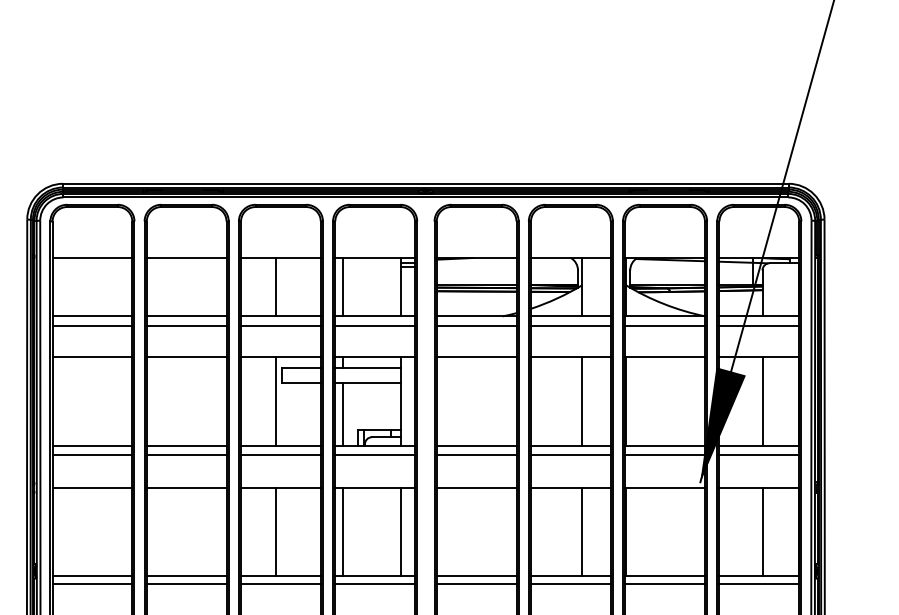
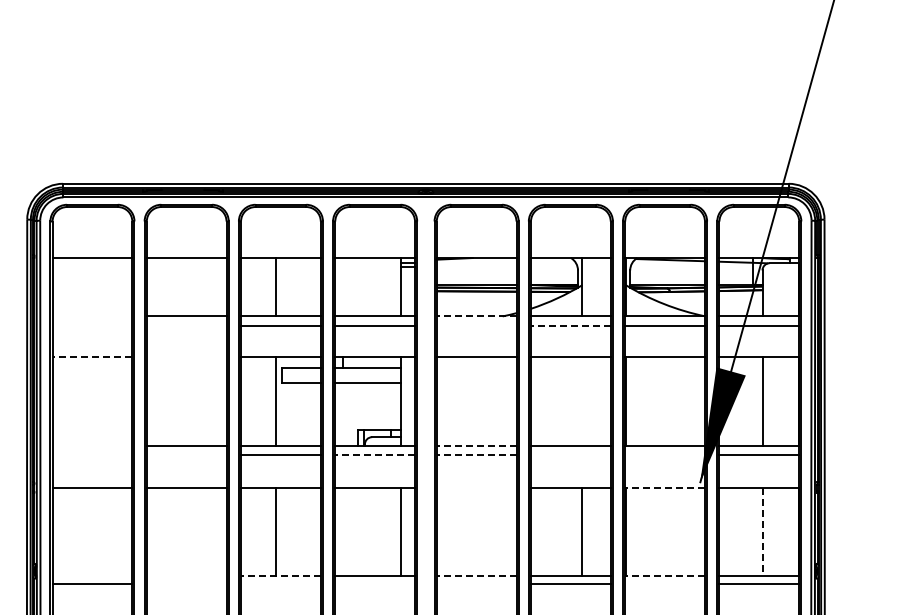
line at (343, 287): present -> none
line at (92, 316): present -> none
line at (476, 316): solid -> dashed
line at (92, 325): present -> none
line at (186, 325): present -> none
line at (476, 325): present -> none
line at (570, 325): solid -> dashed
line at (92, 357): solid -> dashed
line at (186, 357): present -> none
line at (582, 401): present -> none
line at (343, 413): present -> none
line at (92, 445): present -> none
line at (476, 445): solid -> dashed
line at (92, 454): present -> none
line at (186, 454): present -> none
line at (375, 454): solid -> dashed
line at (476, 454): solid -> dashed
line at (570, 454): present -> none
line at (664, 454): present -> none
line at (476, 487): present -> none
line at (665, 487): solid -> dashed
line at (343, 531): present -> none
line at (762, 531): solid -> dashed
line at (92, 575): present -> none
line at (186, 575): present -> none
line at (280, 575): solid -> dashed
line at (476, 575): solid -> dashed
line at (665, 575): solid -> dashed
line at (186, 584): present -> none
line at (280, 584): present -> none
line at (375, 584): present -> none
line at (476, 584): present -> none
line at (664, 584): present -> none
